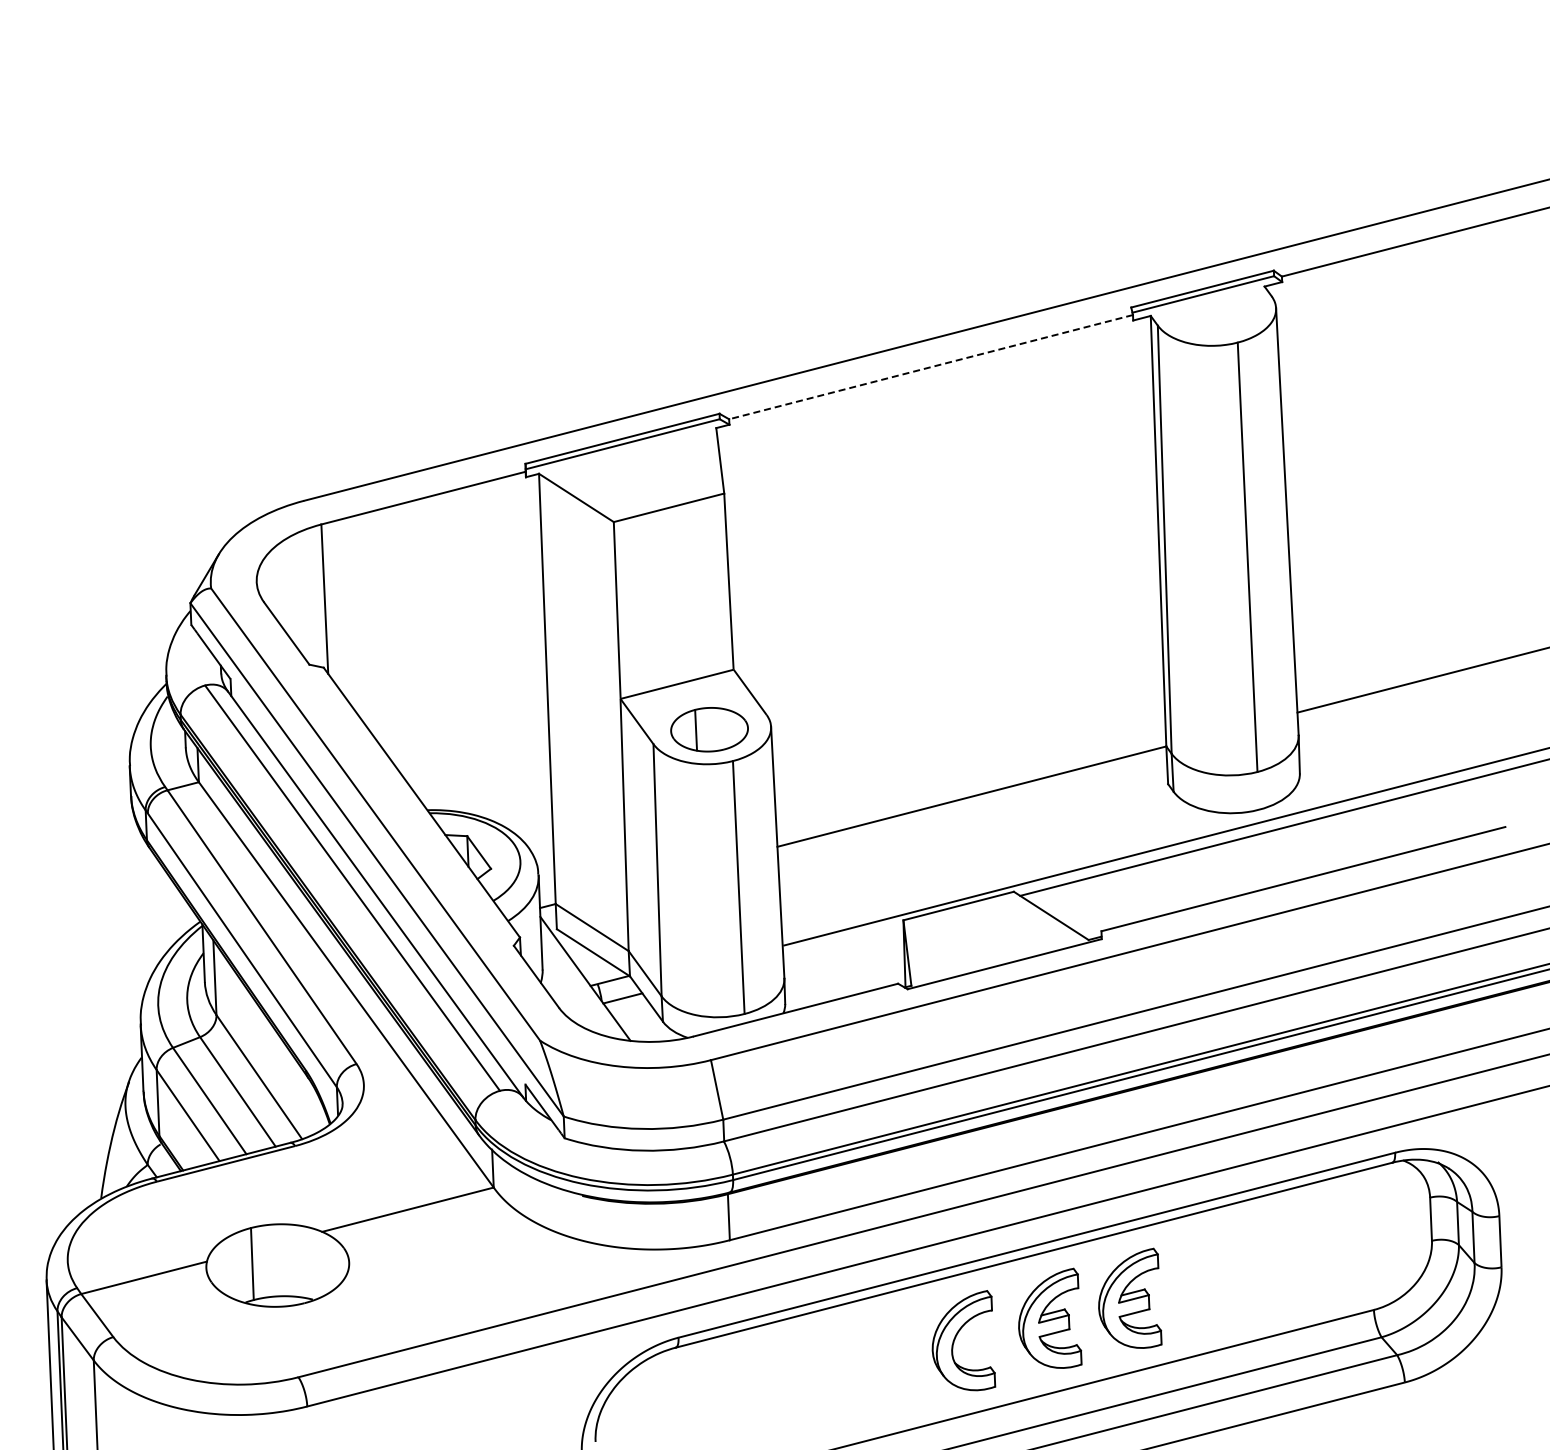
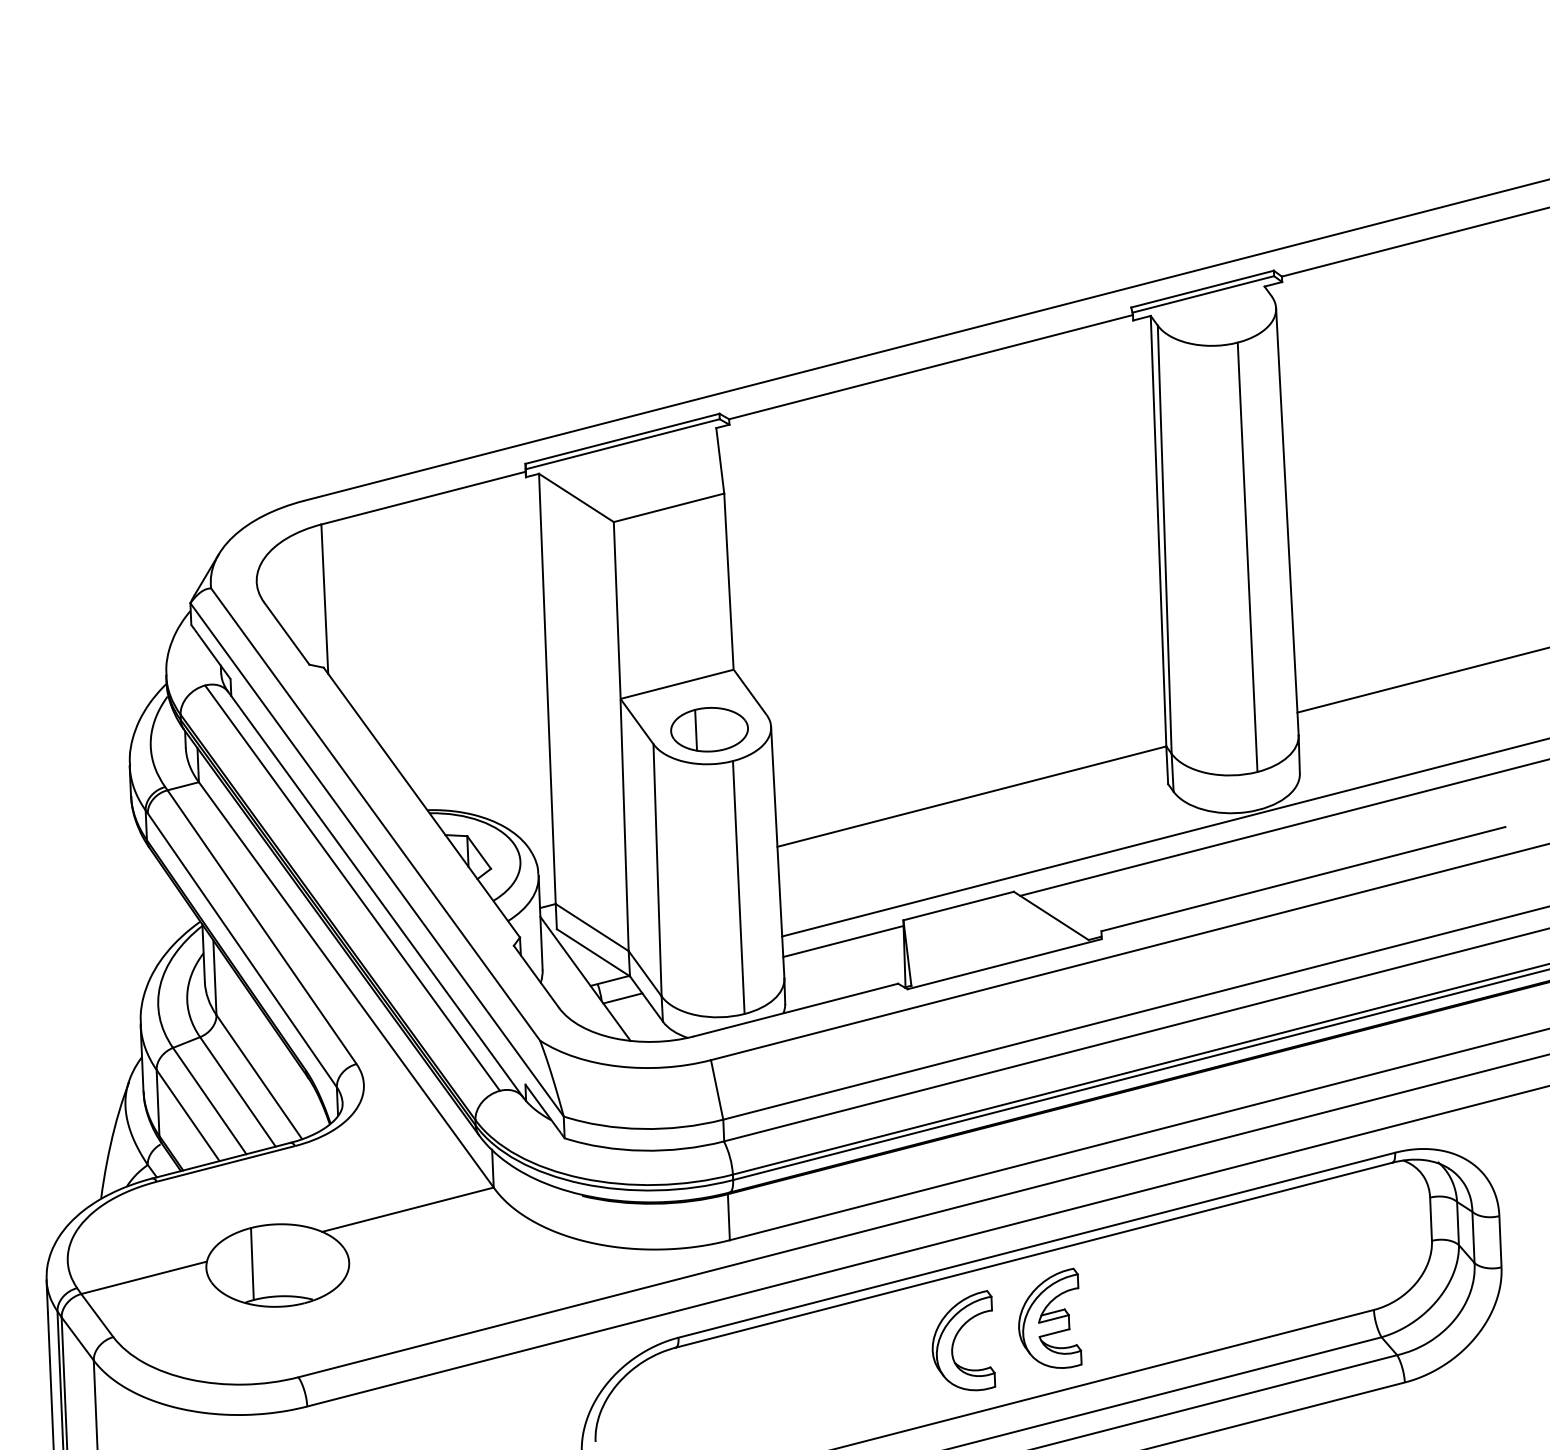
line at (931, 367): dashed -> solid
line at (1165, 846) position: (1165, 846) -> (1164, 837)
line at (843, 941): none -> present
part at (1130, 1297): present -> none
